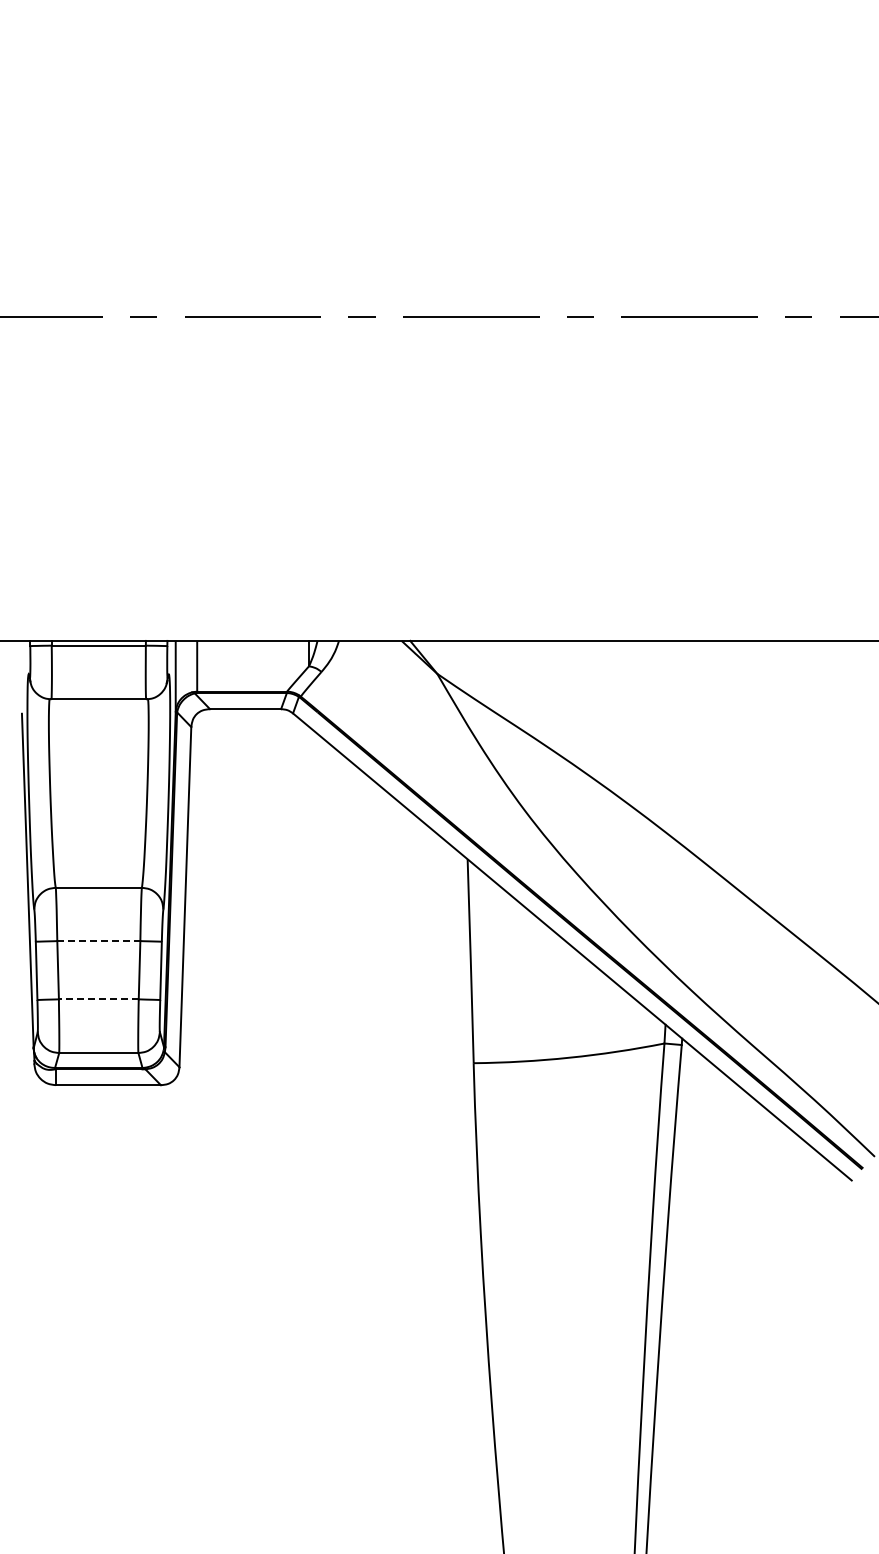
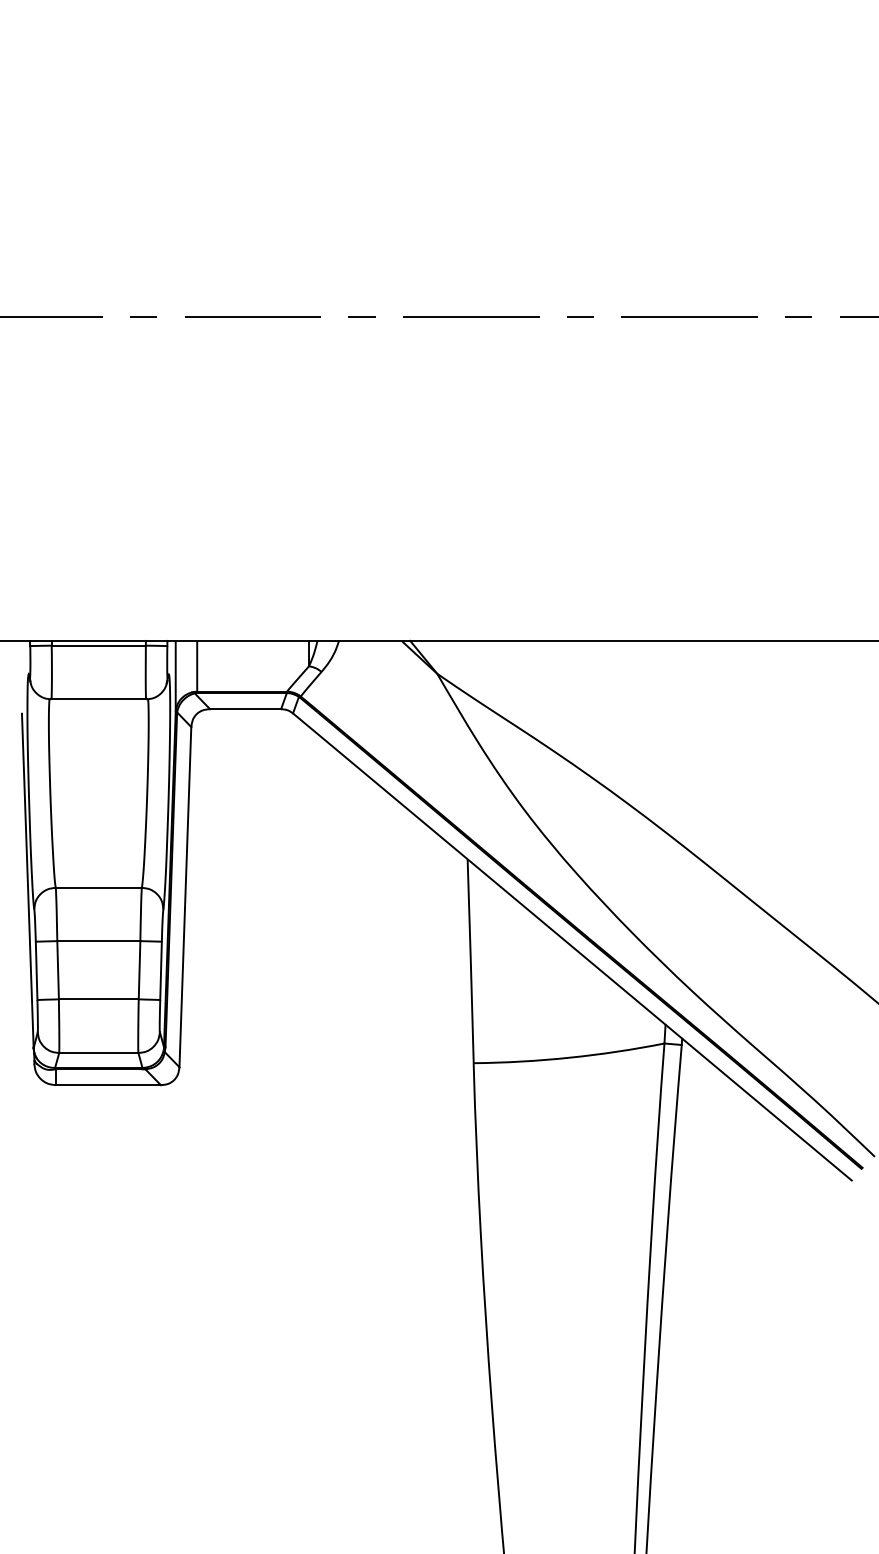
line at (98, 941): dashed -> solid
line at (98, 999): dashed -> solid
